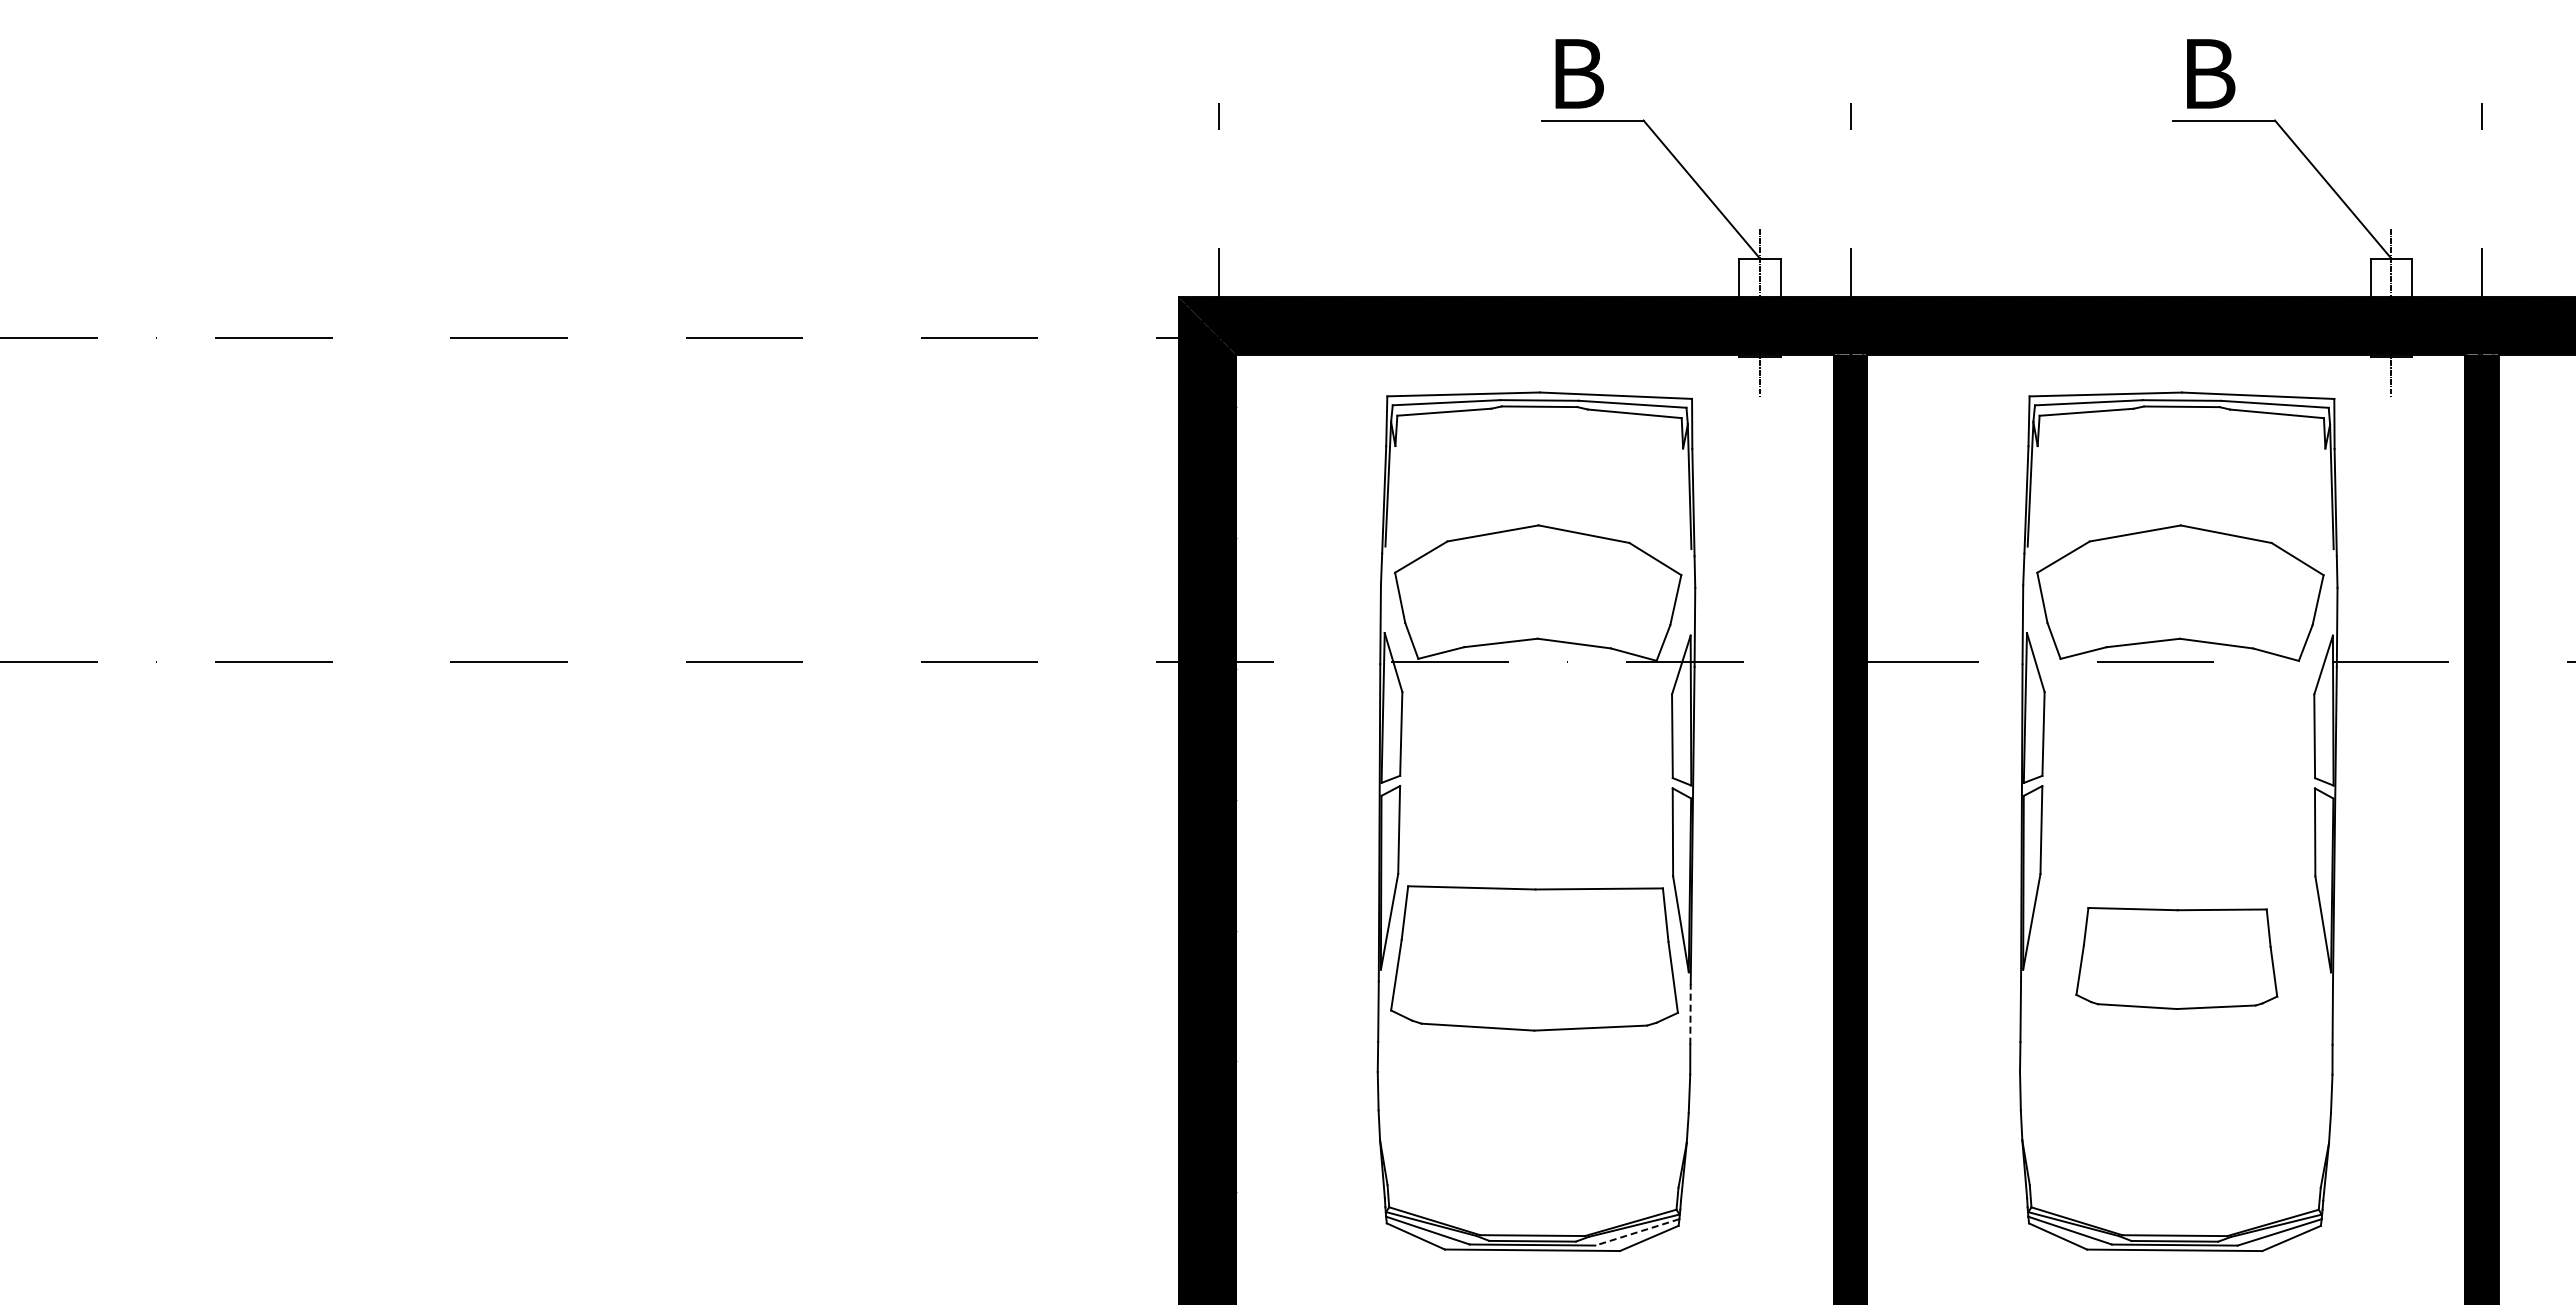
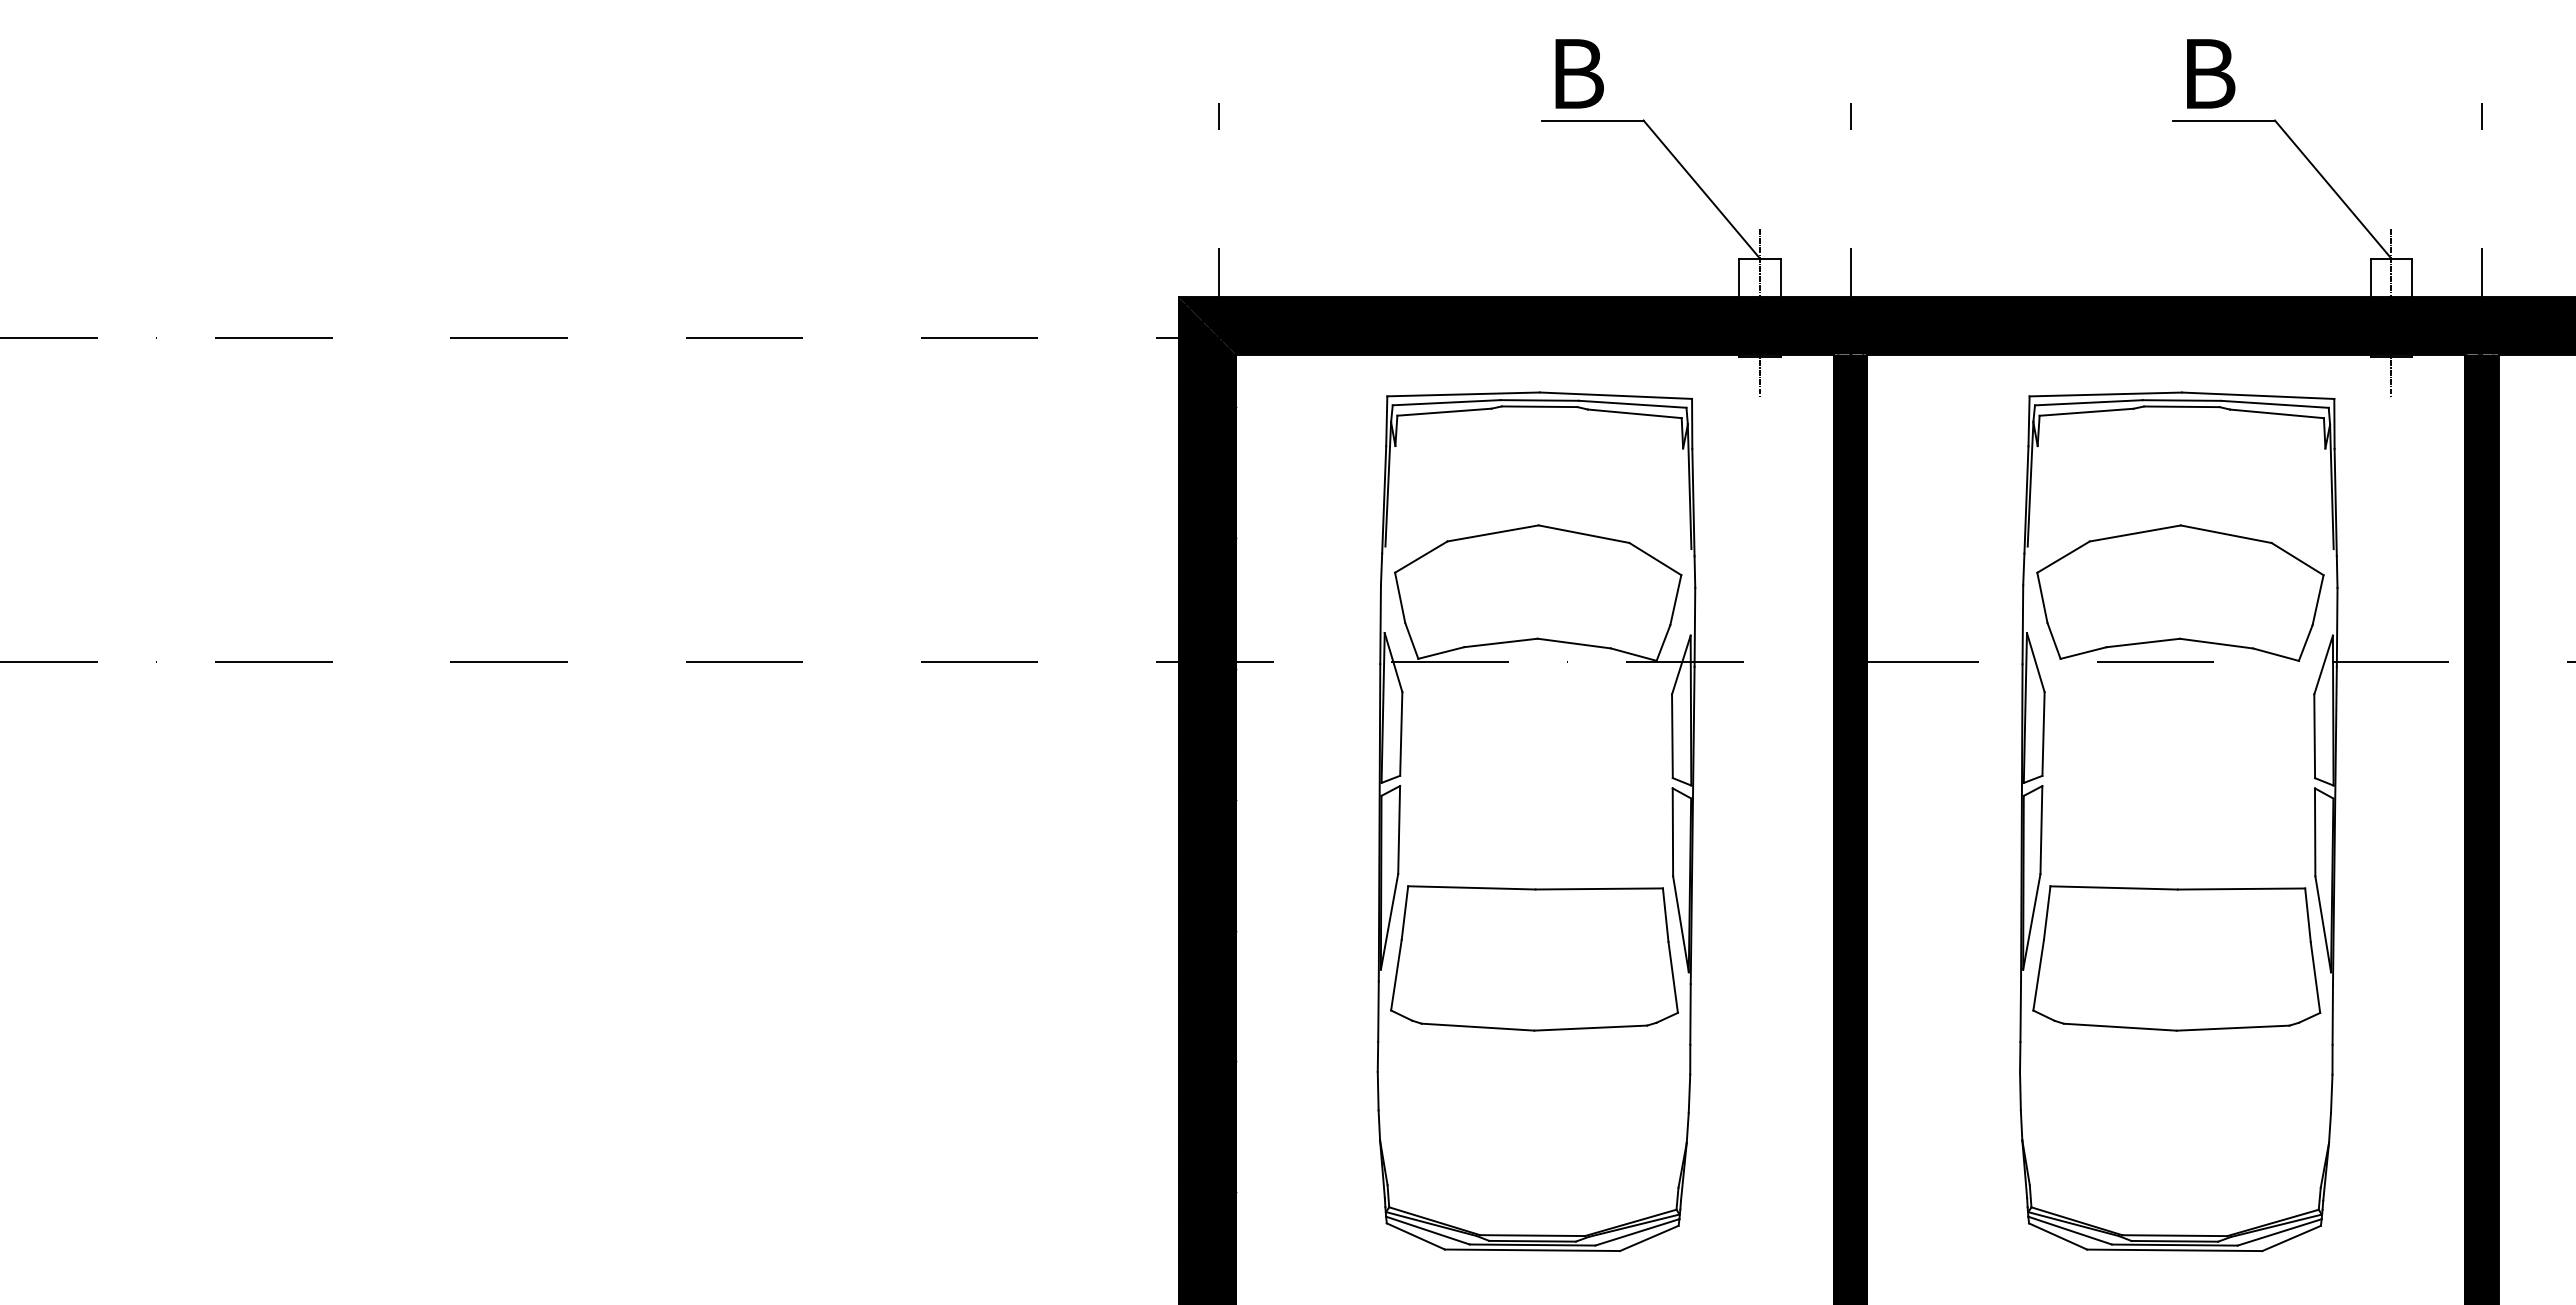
part at (2176, 958) size: 204x103 px -> 290x147 px
line at (1690, 1013): dashed -> solid
line at (1636, 1232): dashed -> solid
